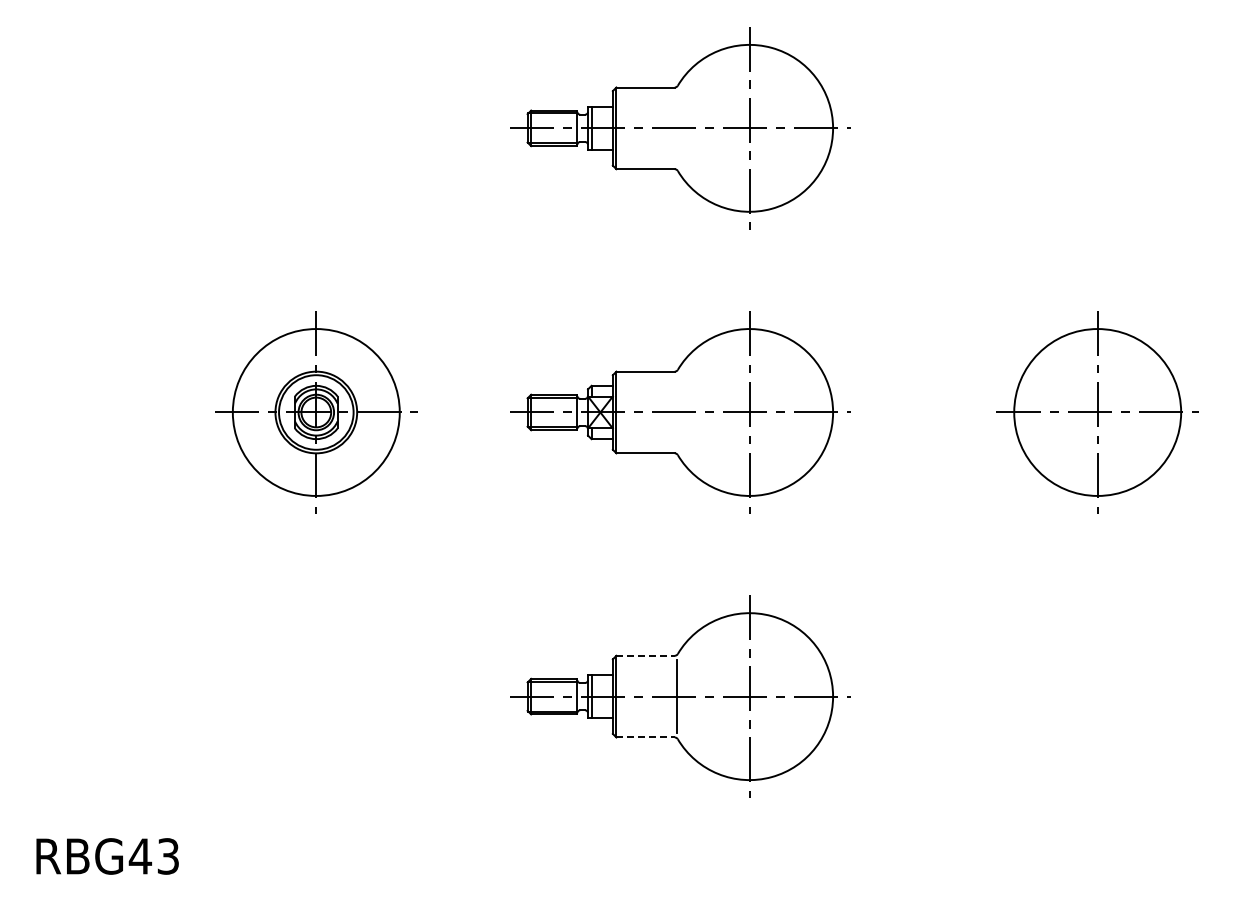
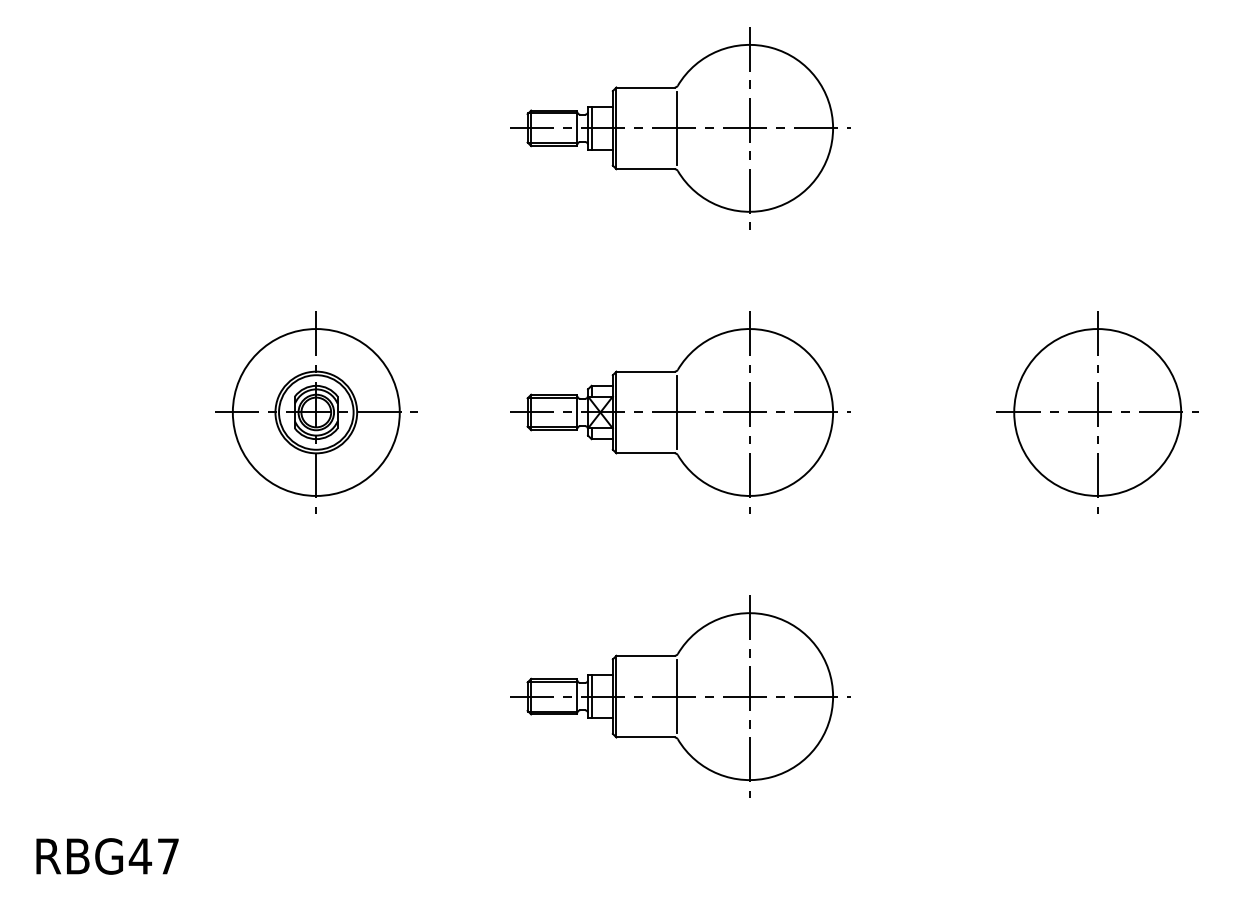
line at (676, 127): none -> present
line at (676, 412): none -> present
line at (646, 655): dashed -> solid
line at (646, 737): dashed -> solid
text at (167, 856): RBG43 -> RBG47
